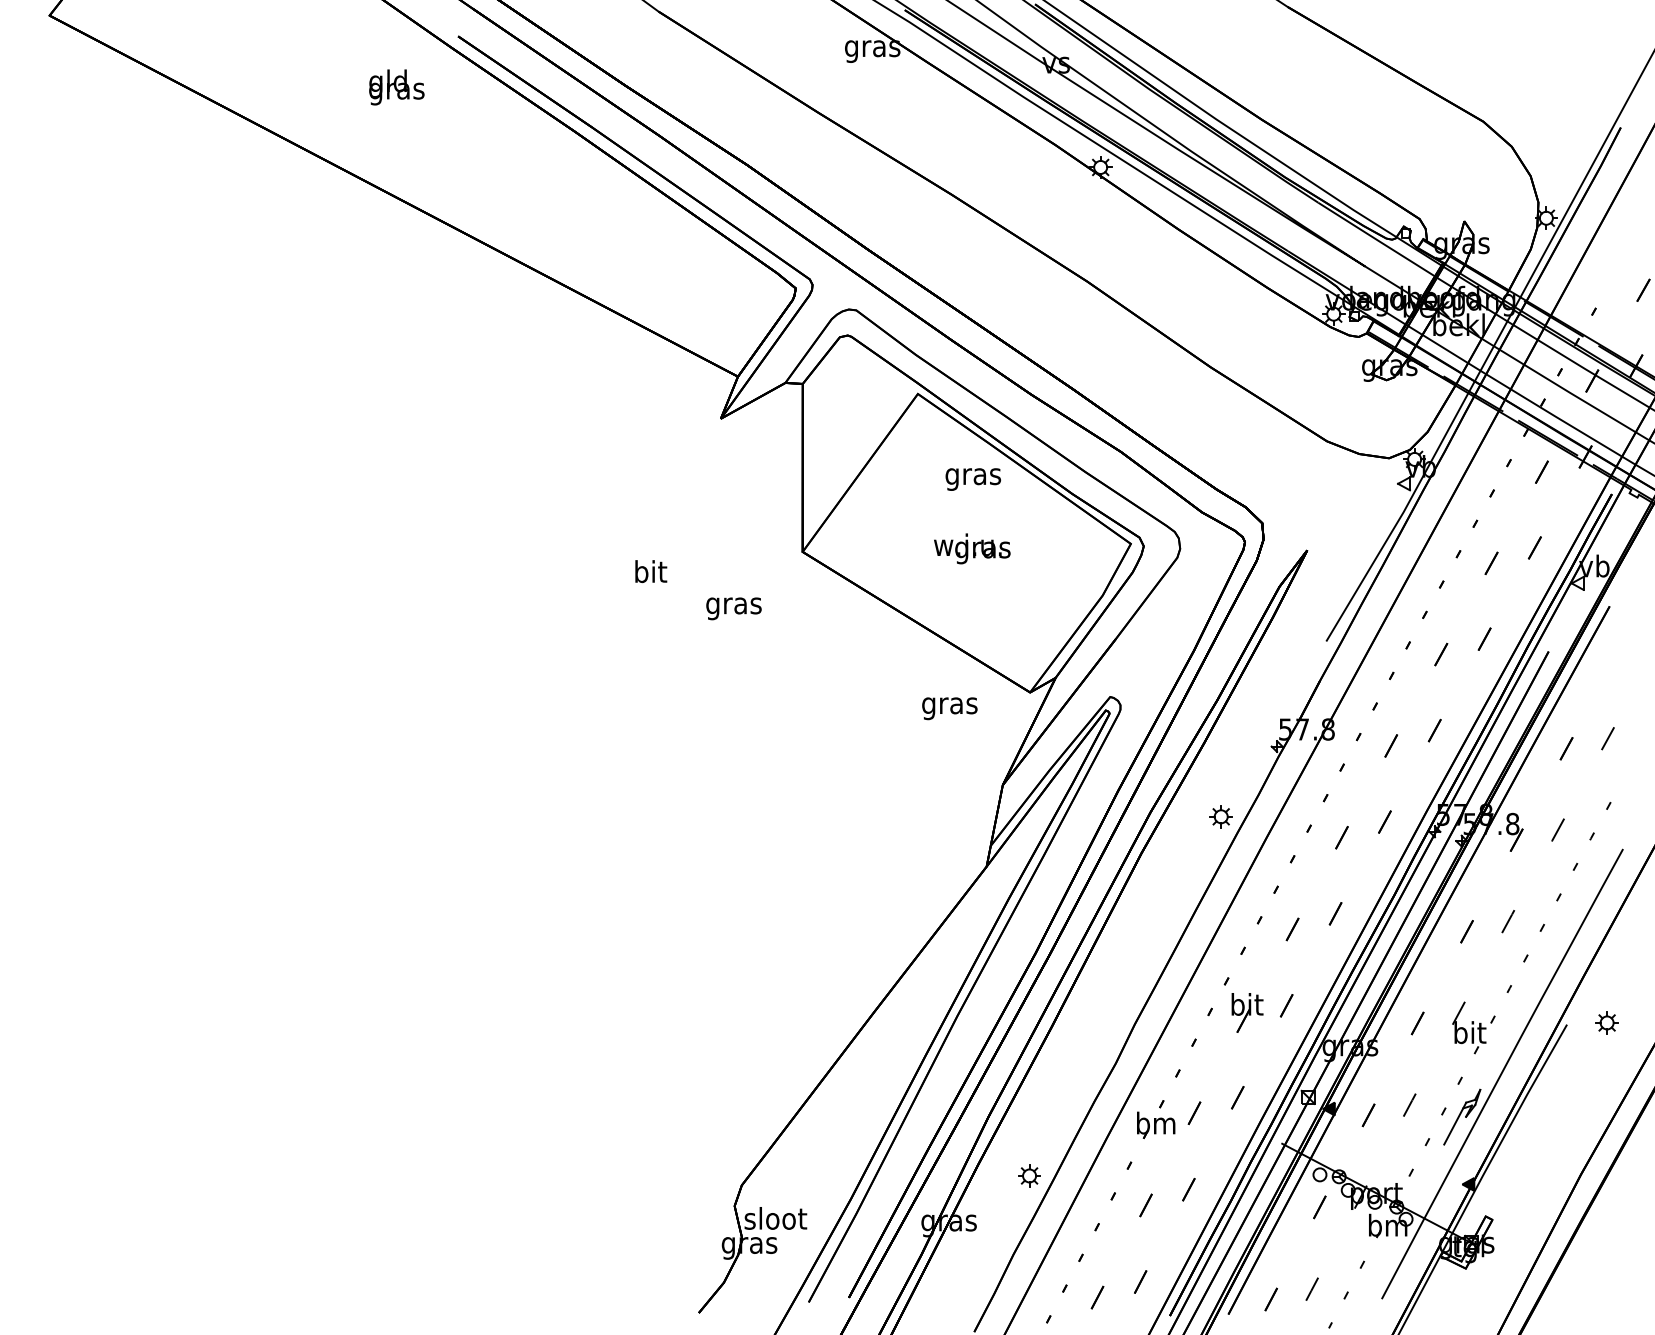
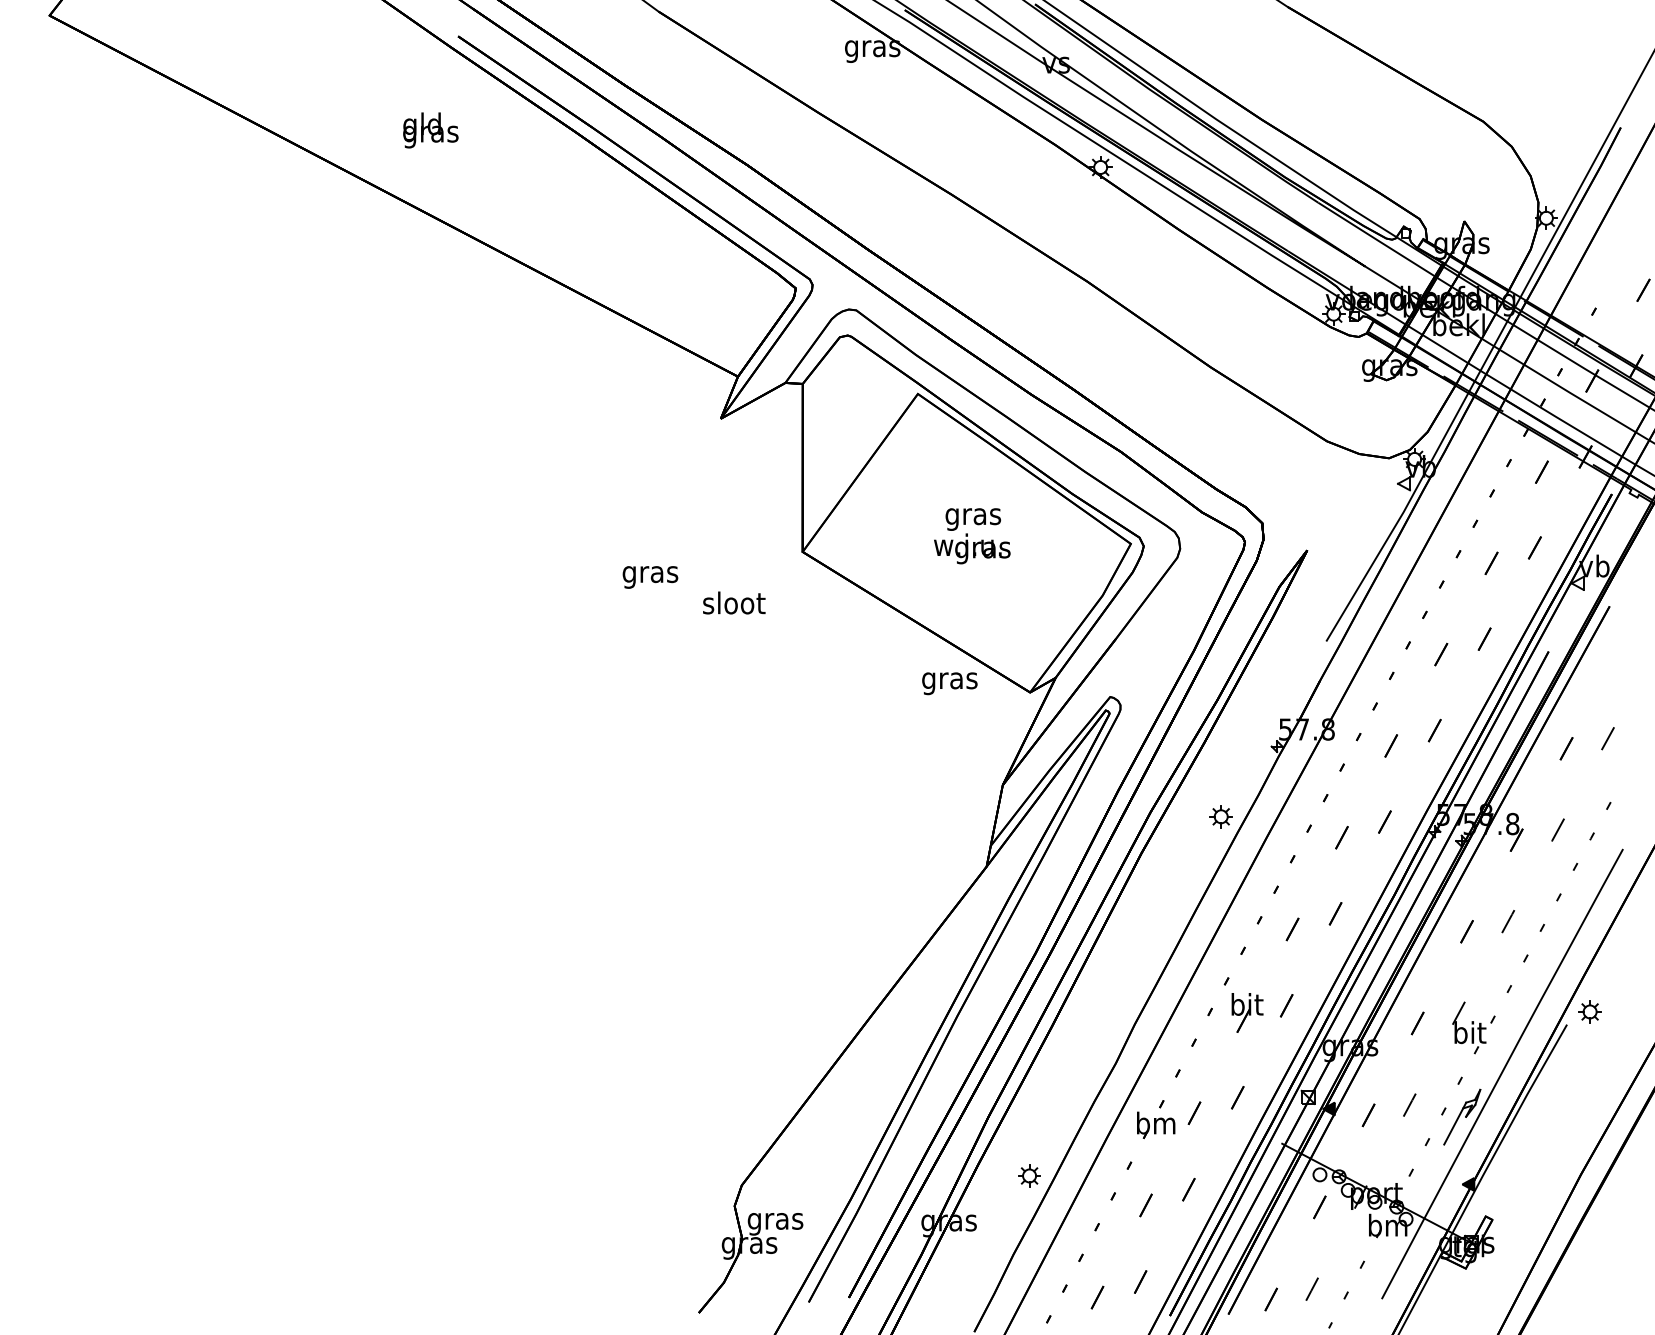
text at (396, 87) position: (396, 87) -> (430, 130)
text at (973, 479) position: (973, 479) -> (973, 519)
text at (650, 574): bit -> gras
text at (734, 605): gras -> sloot
text at (949, 708) position: (949, 708) -> (949, 683)
part at (1606, 1022) position: (1606, 1022) -> (1589, 1011)
text at (775, 1221): sloot -> gras
